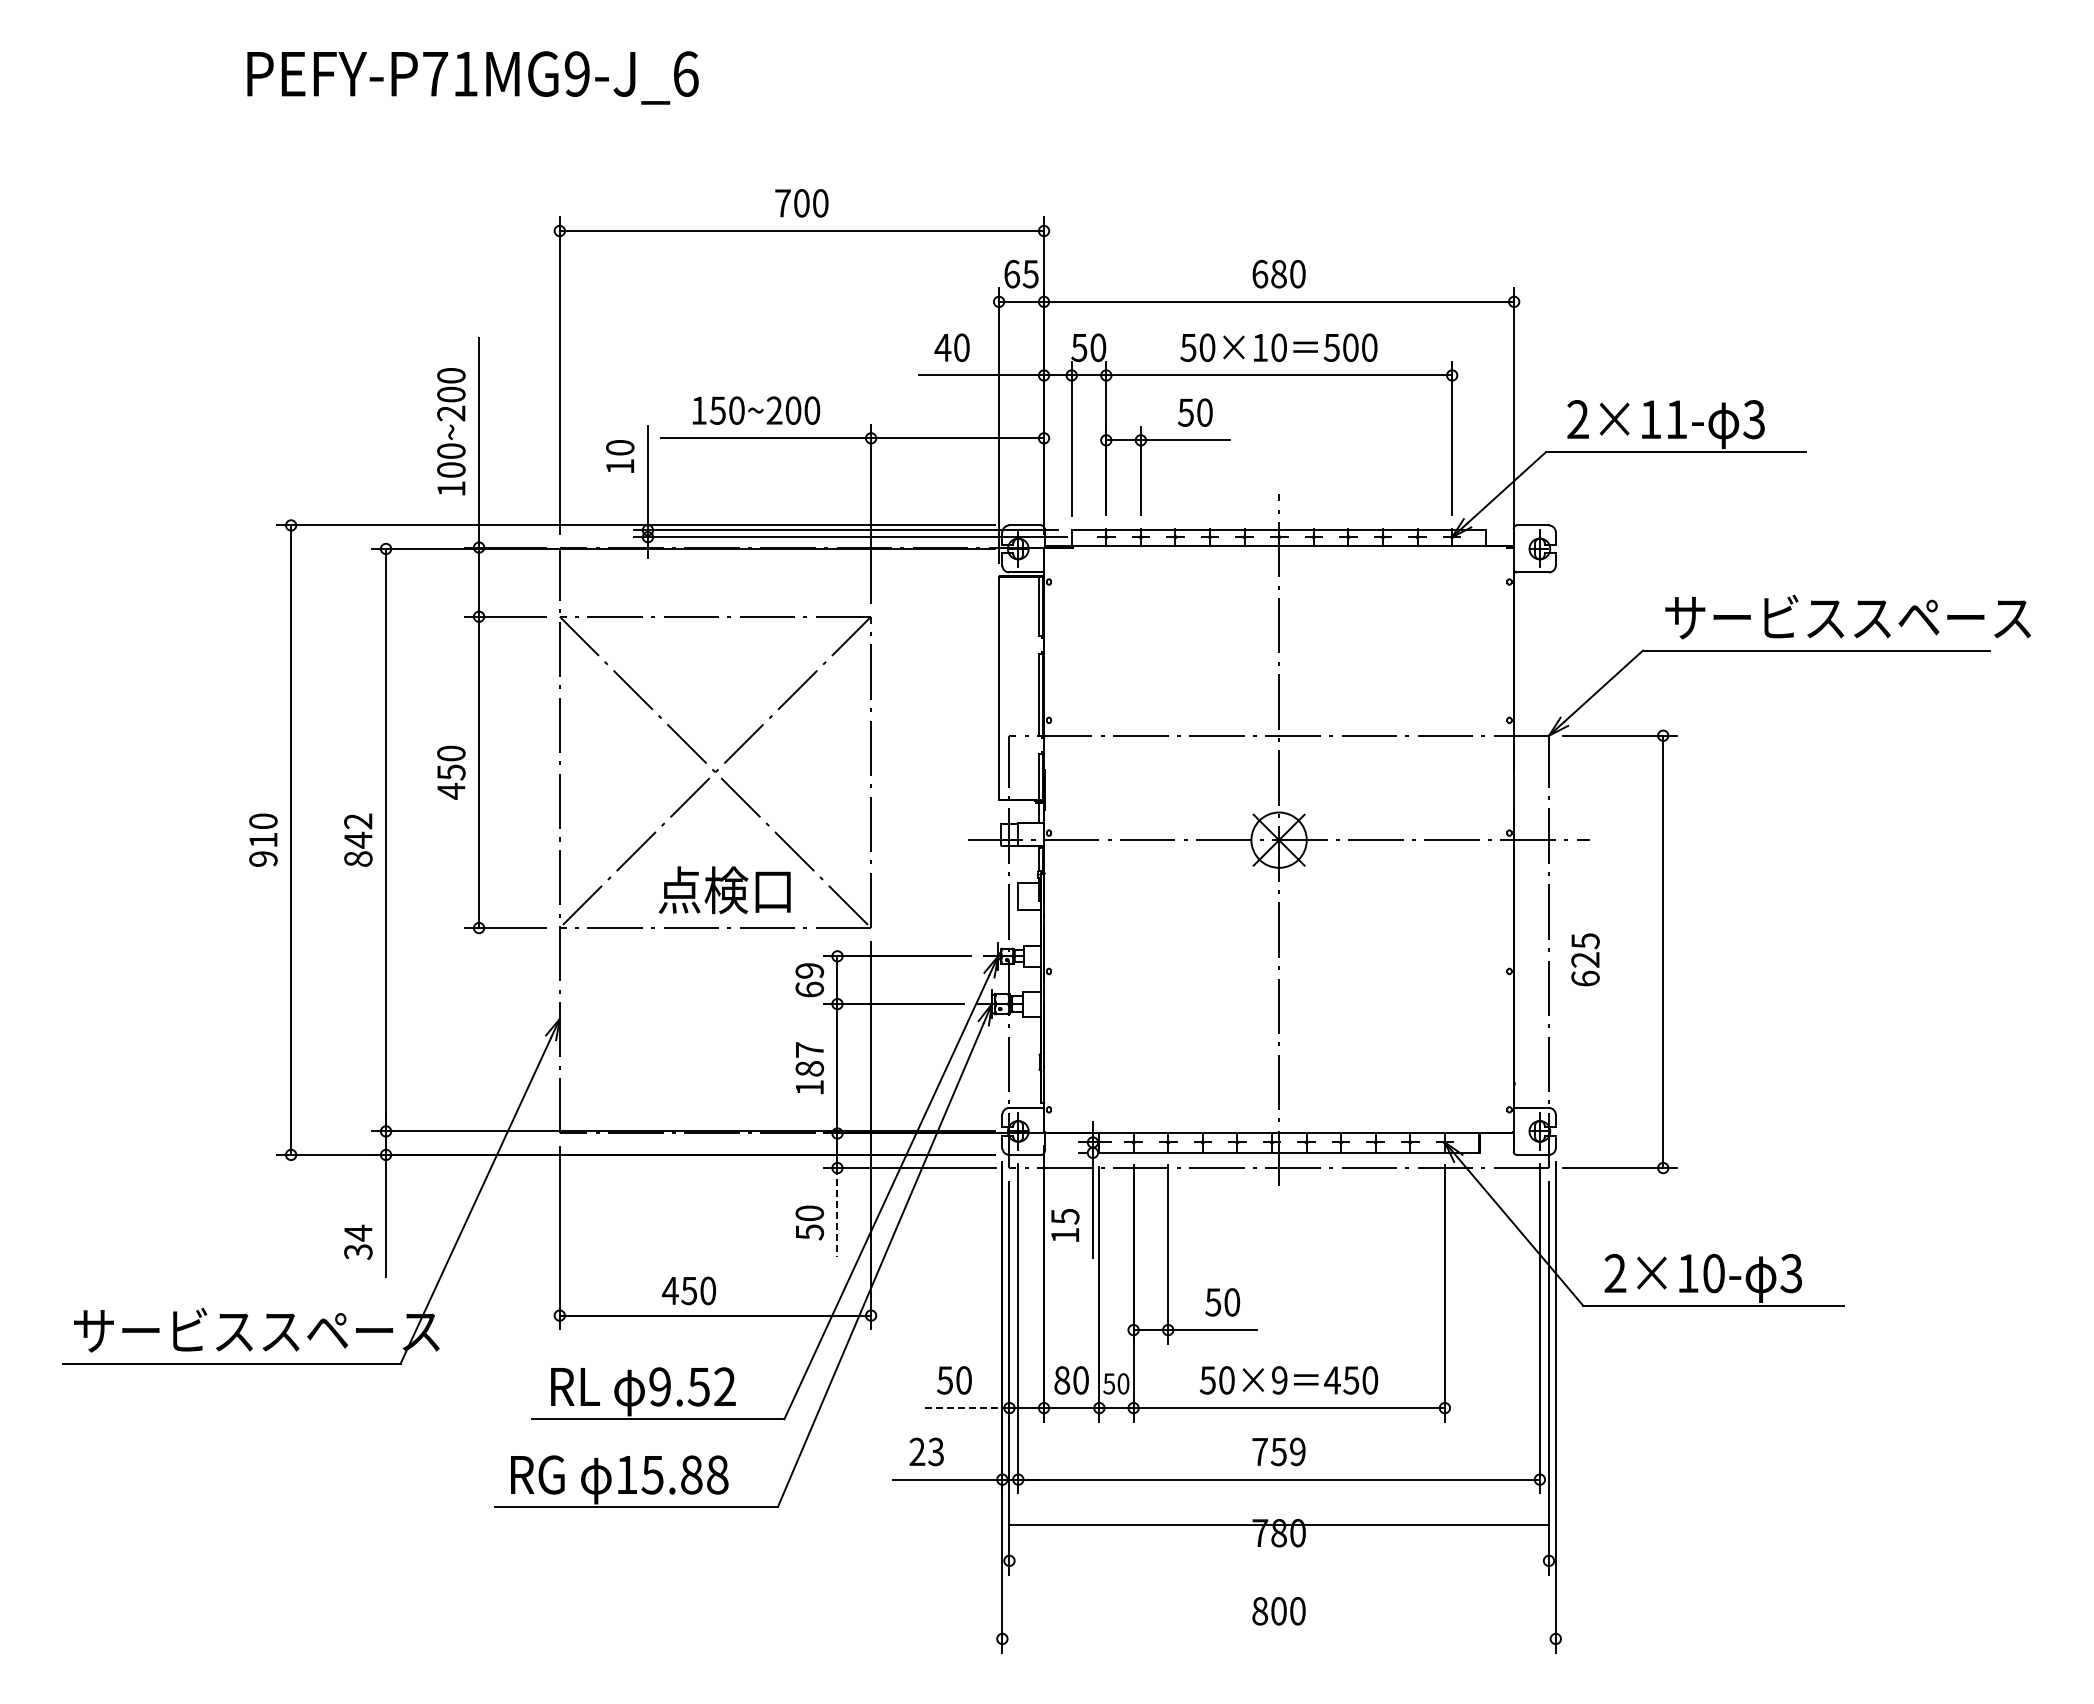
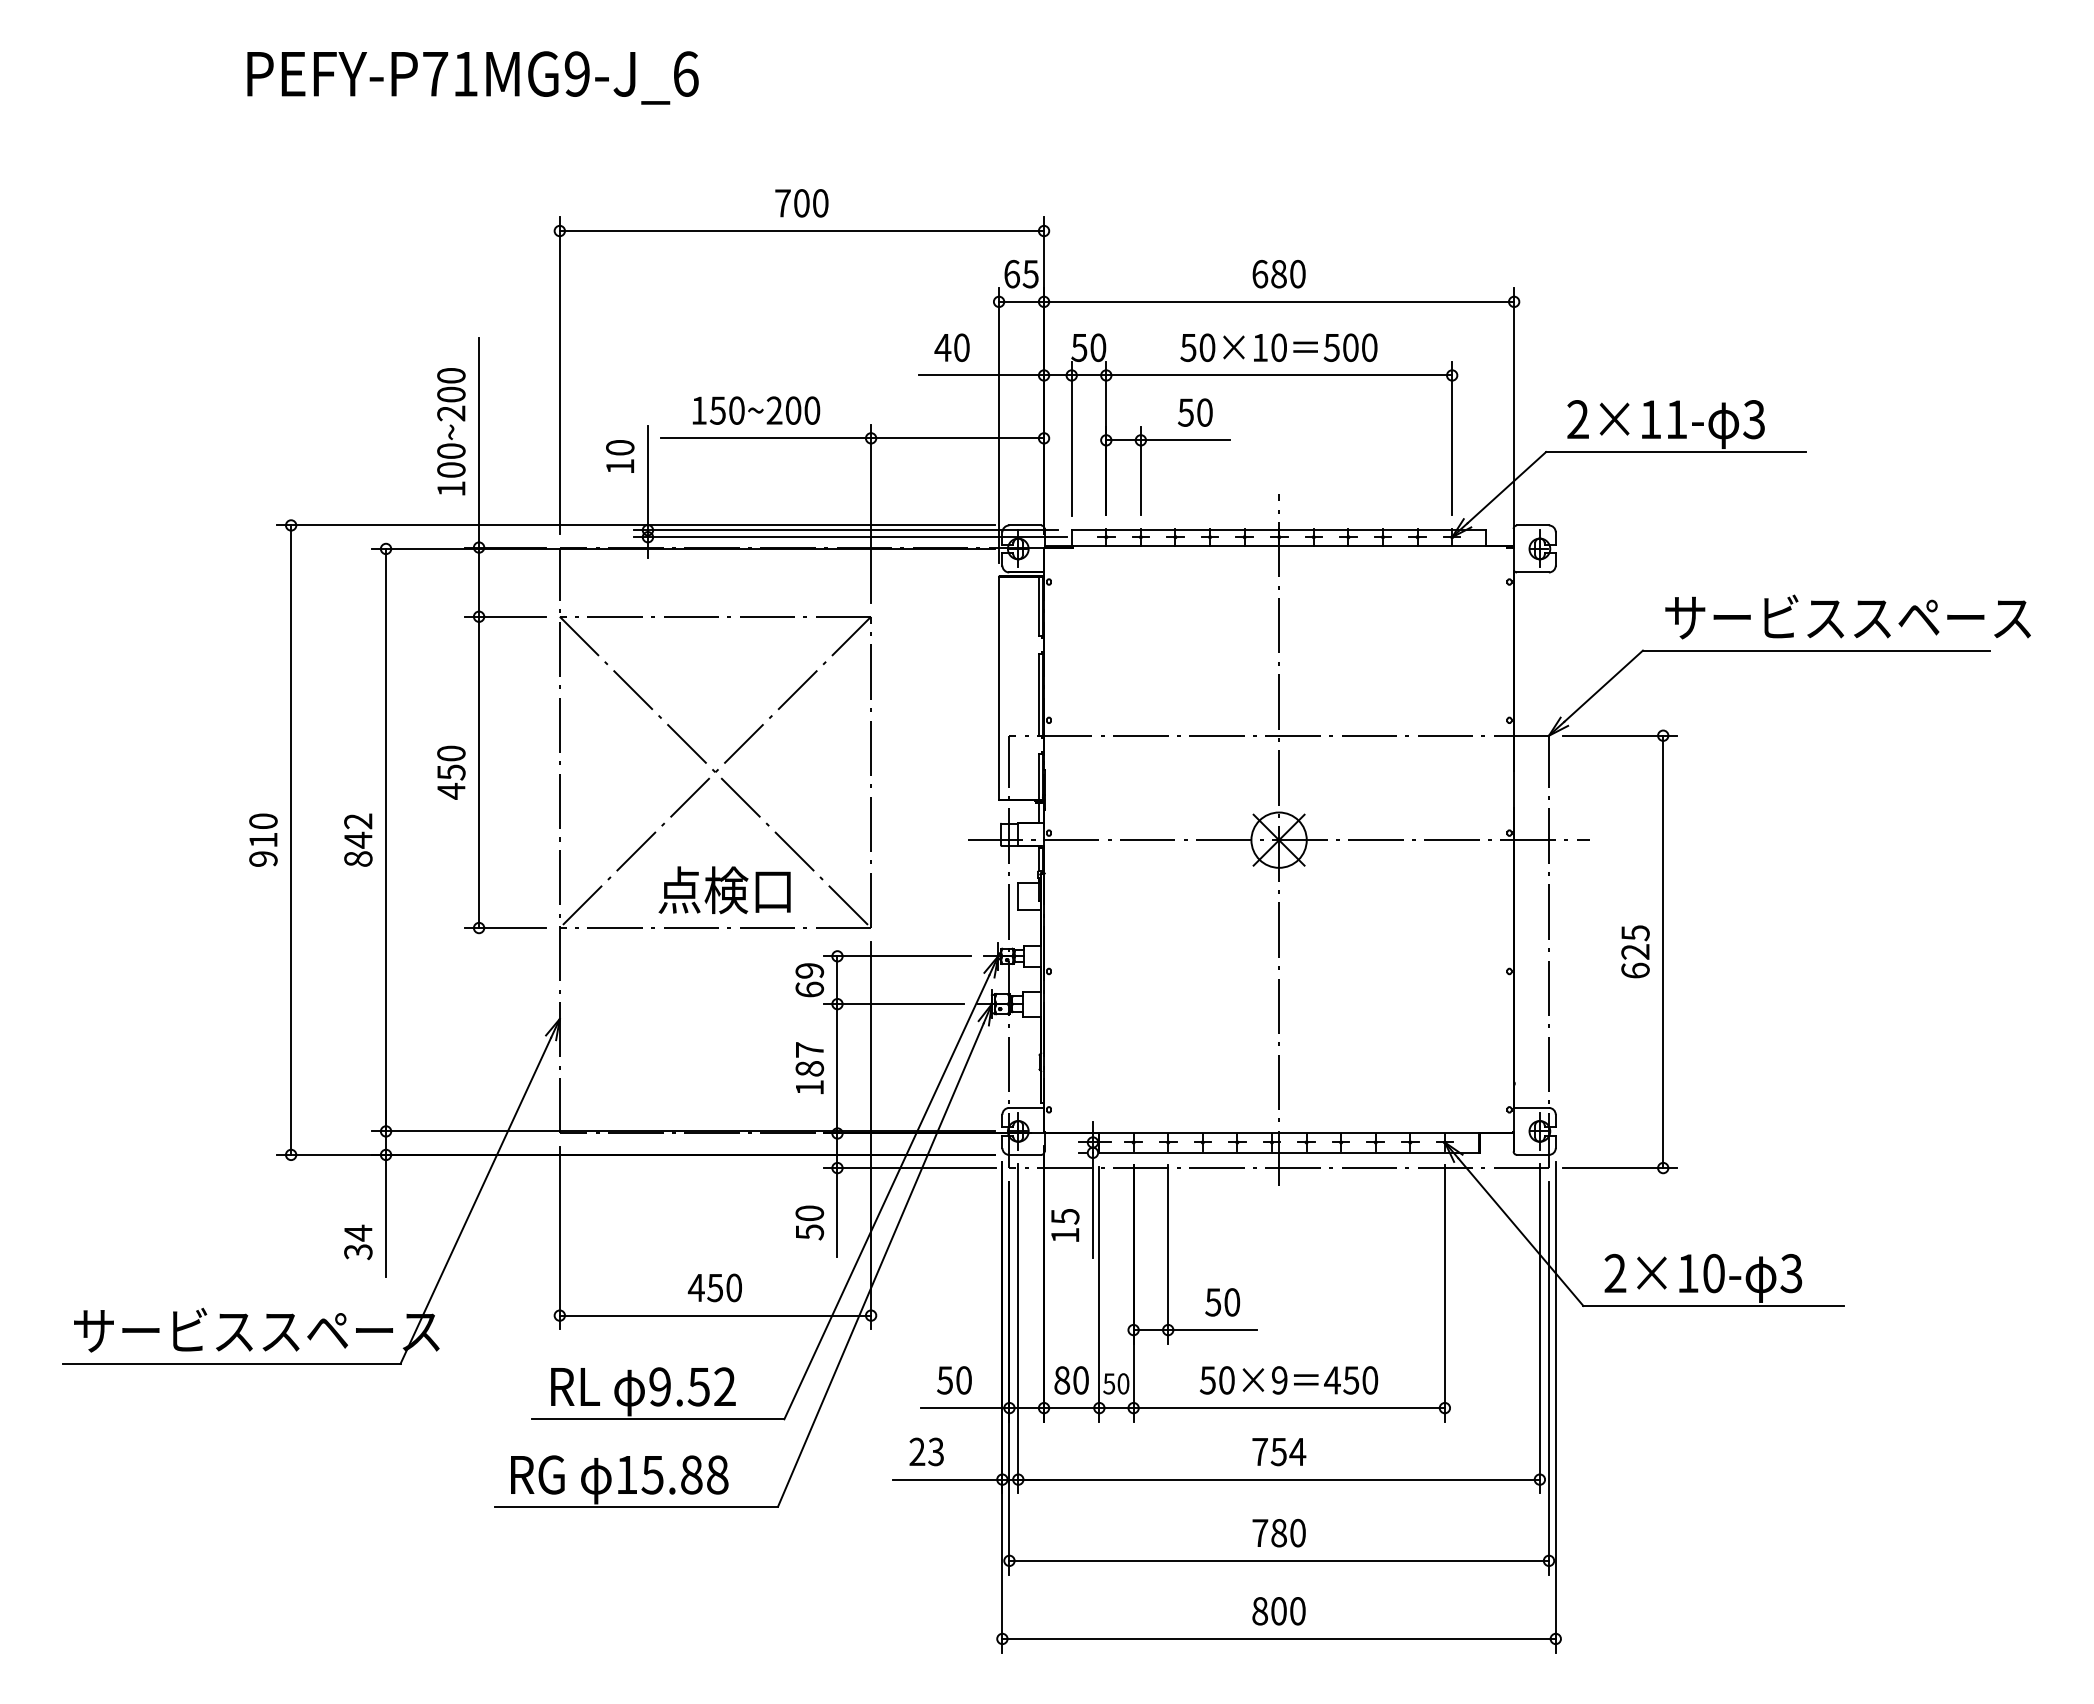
text at (1585, 959) position: (1585, 959) -> (1635, 951)
line at (837, 1212): dashed -> solid
text at (688, 1290) position: (688, 1290) -> (714, 1287)
line at (964, 1408): dashed -> solid
text at (1297, 1451): 759 -> 754
line at (1279, 1524) position: (1279, 1524) -> (1279, 1560)
line at (1278, 1638): none -> present
